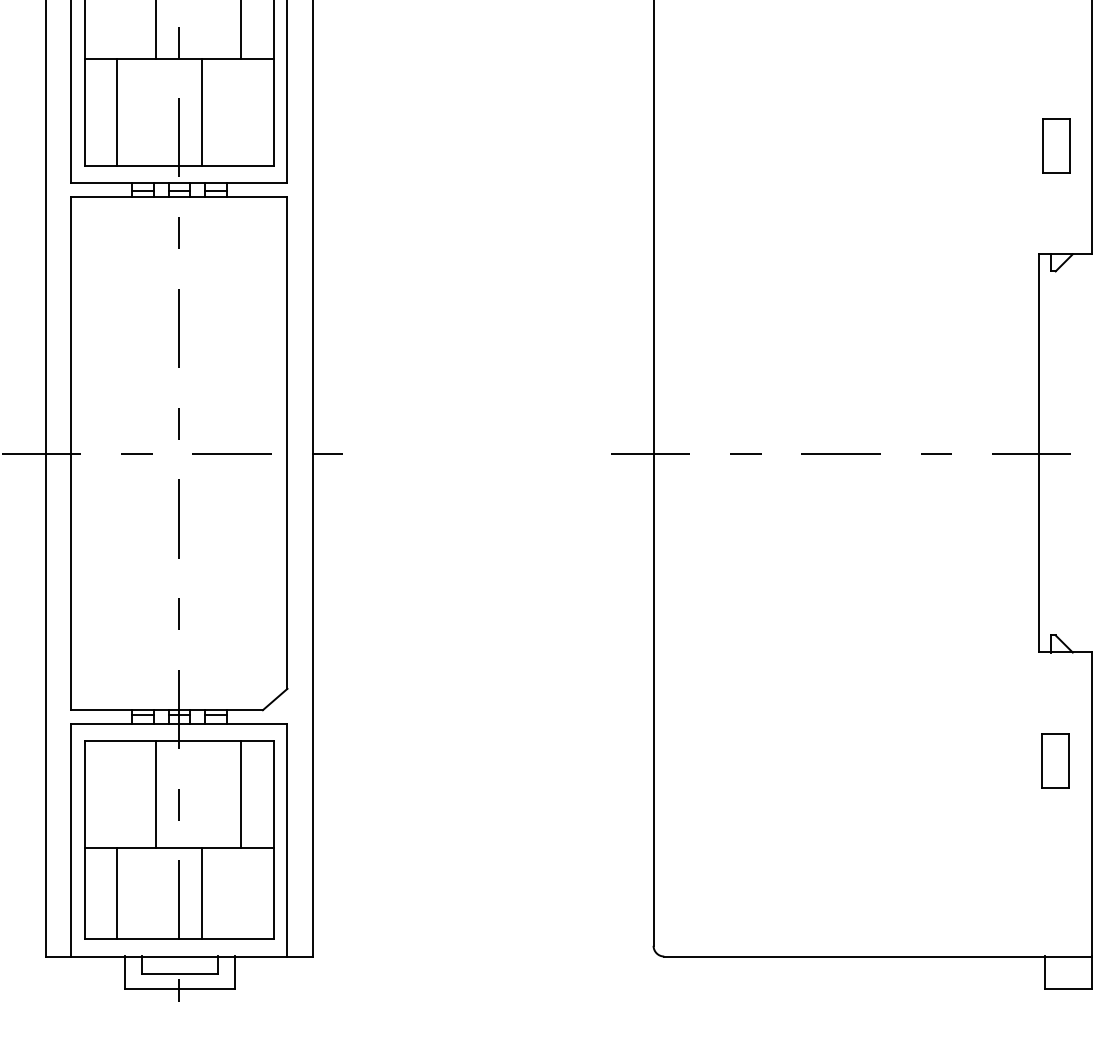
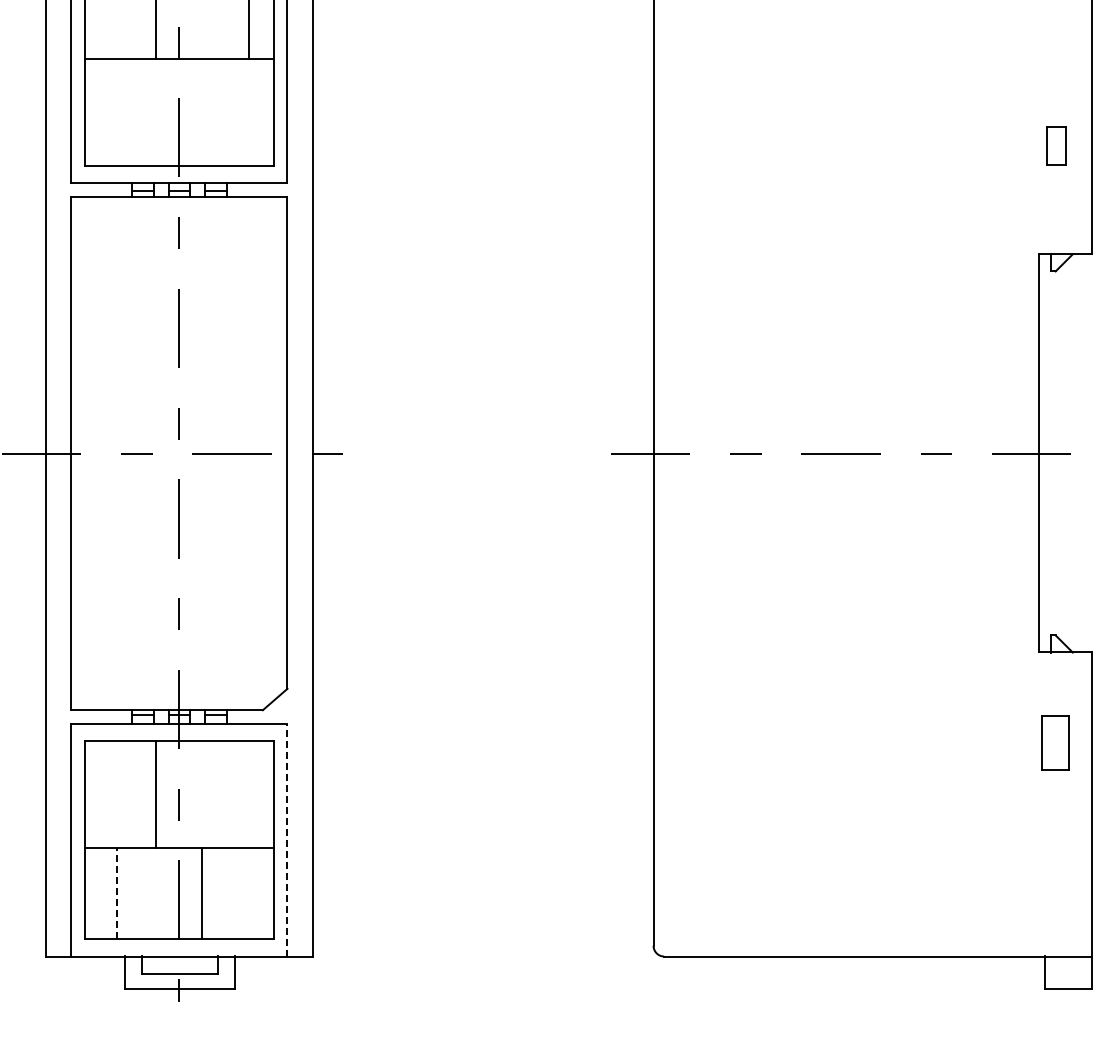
line at (241, 30) position: (241, 30) -> (249, 30)
line at (117, 111): present -> none
line at (202, 111): present -> none
part at (1056, 145) size: 29x56 px -> 21x40 px
part at (1055, 760) position: (1055, 760) -> (1055, 742)
line at (241, 794): present -> none
line at (287, 839): solid -> dashed
line at (117, 893): solid -> dashed
